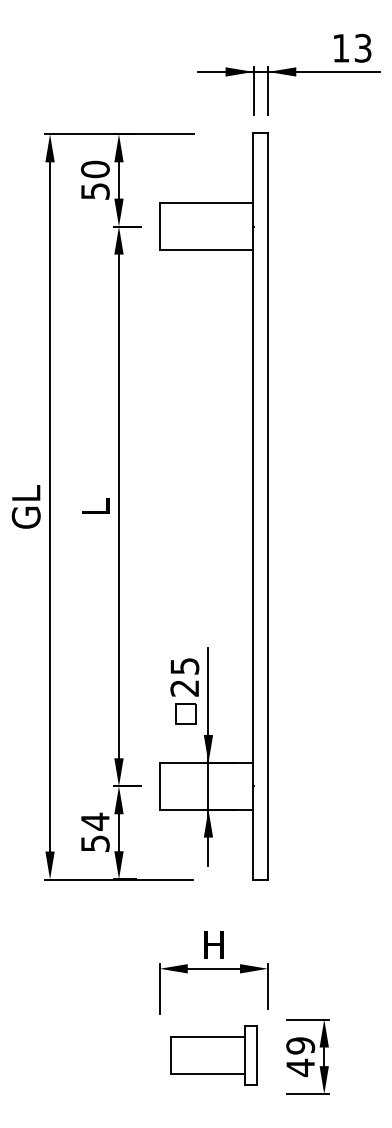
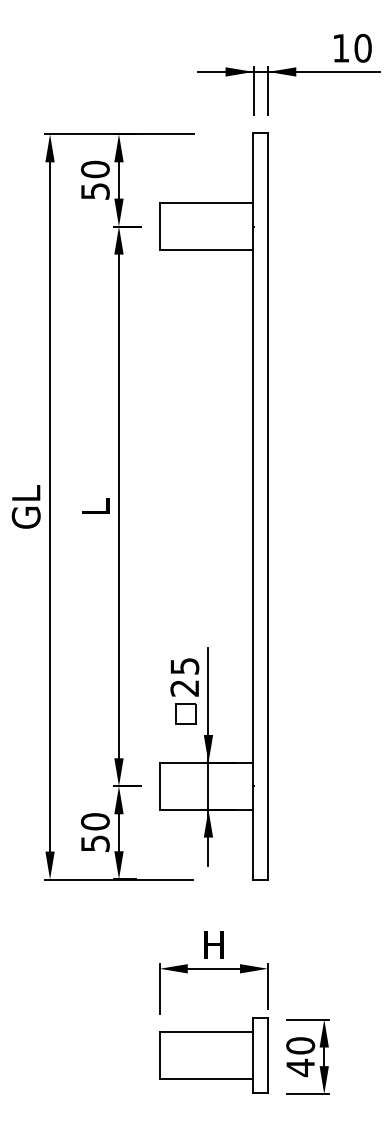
text at (362, 47): 13 -> 10
text at (95, 821): 54 -> 50
text at (300, 1045): 49 -> 40
part at (213, 1055) size: 88x61 px -> 110x77 px
